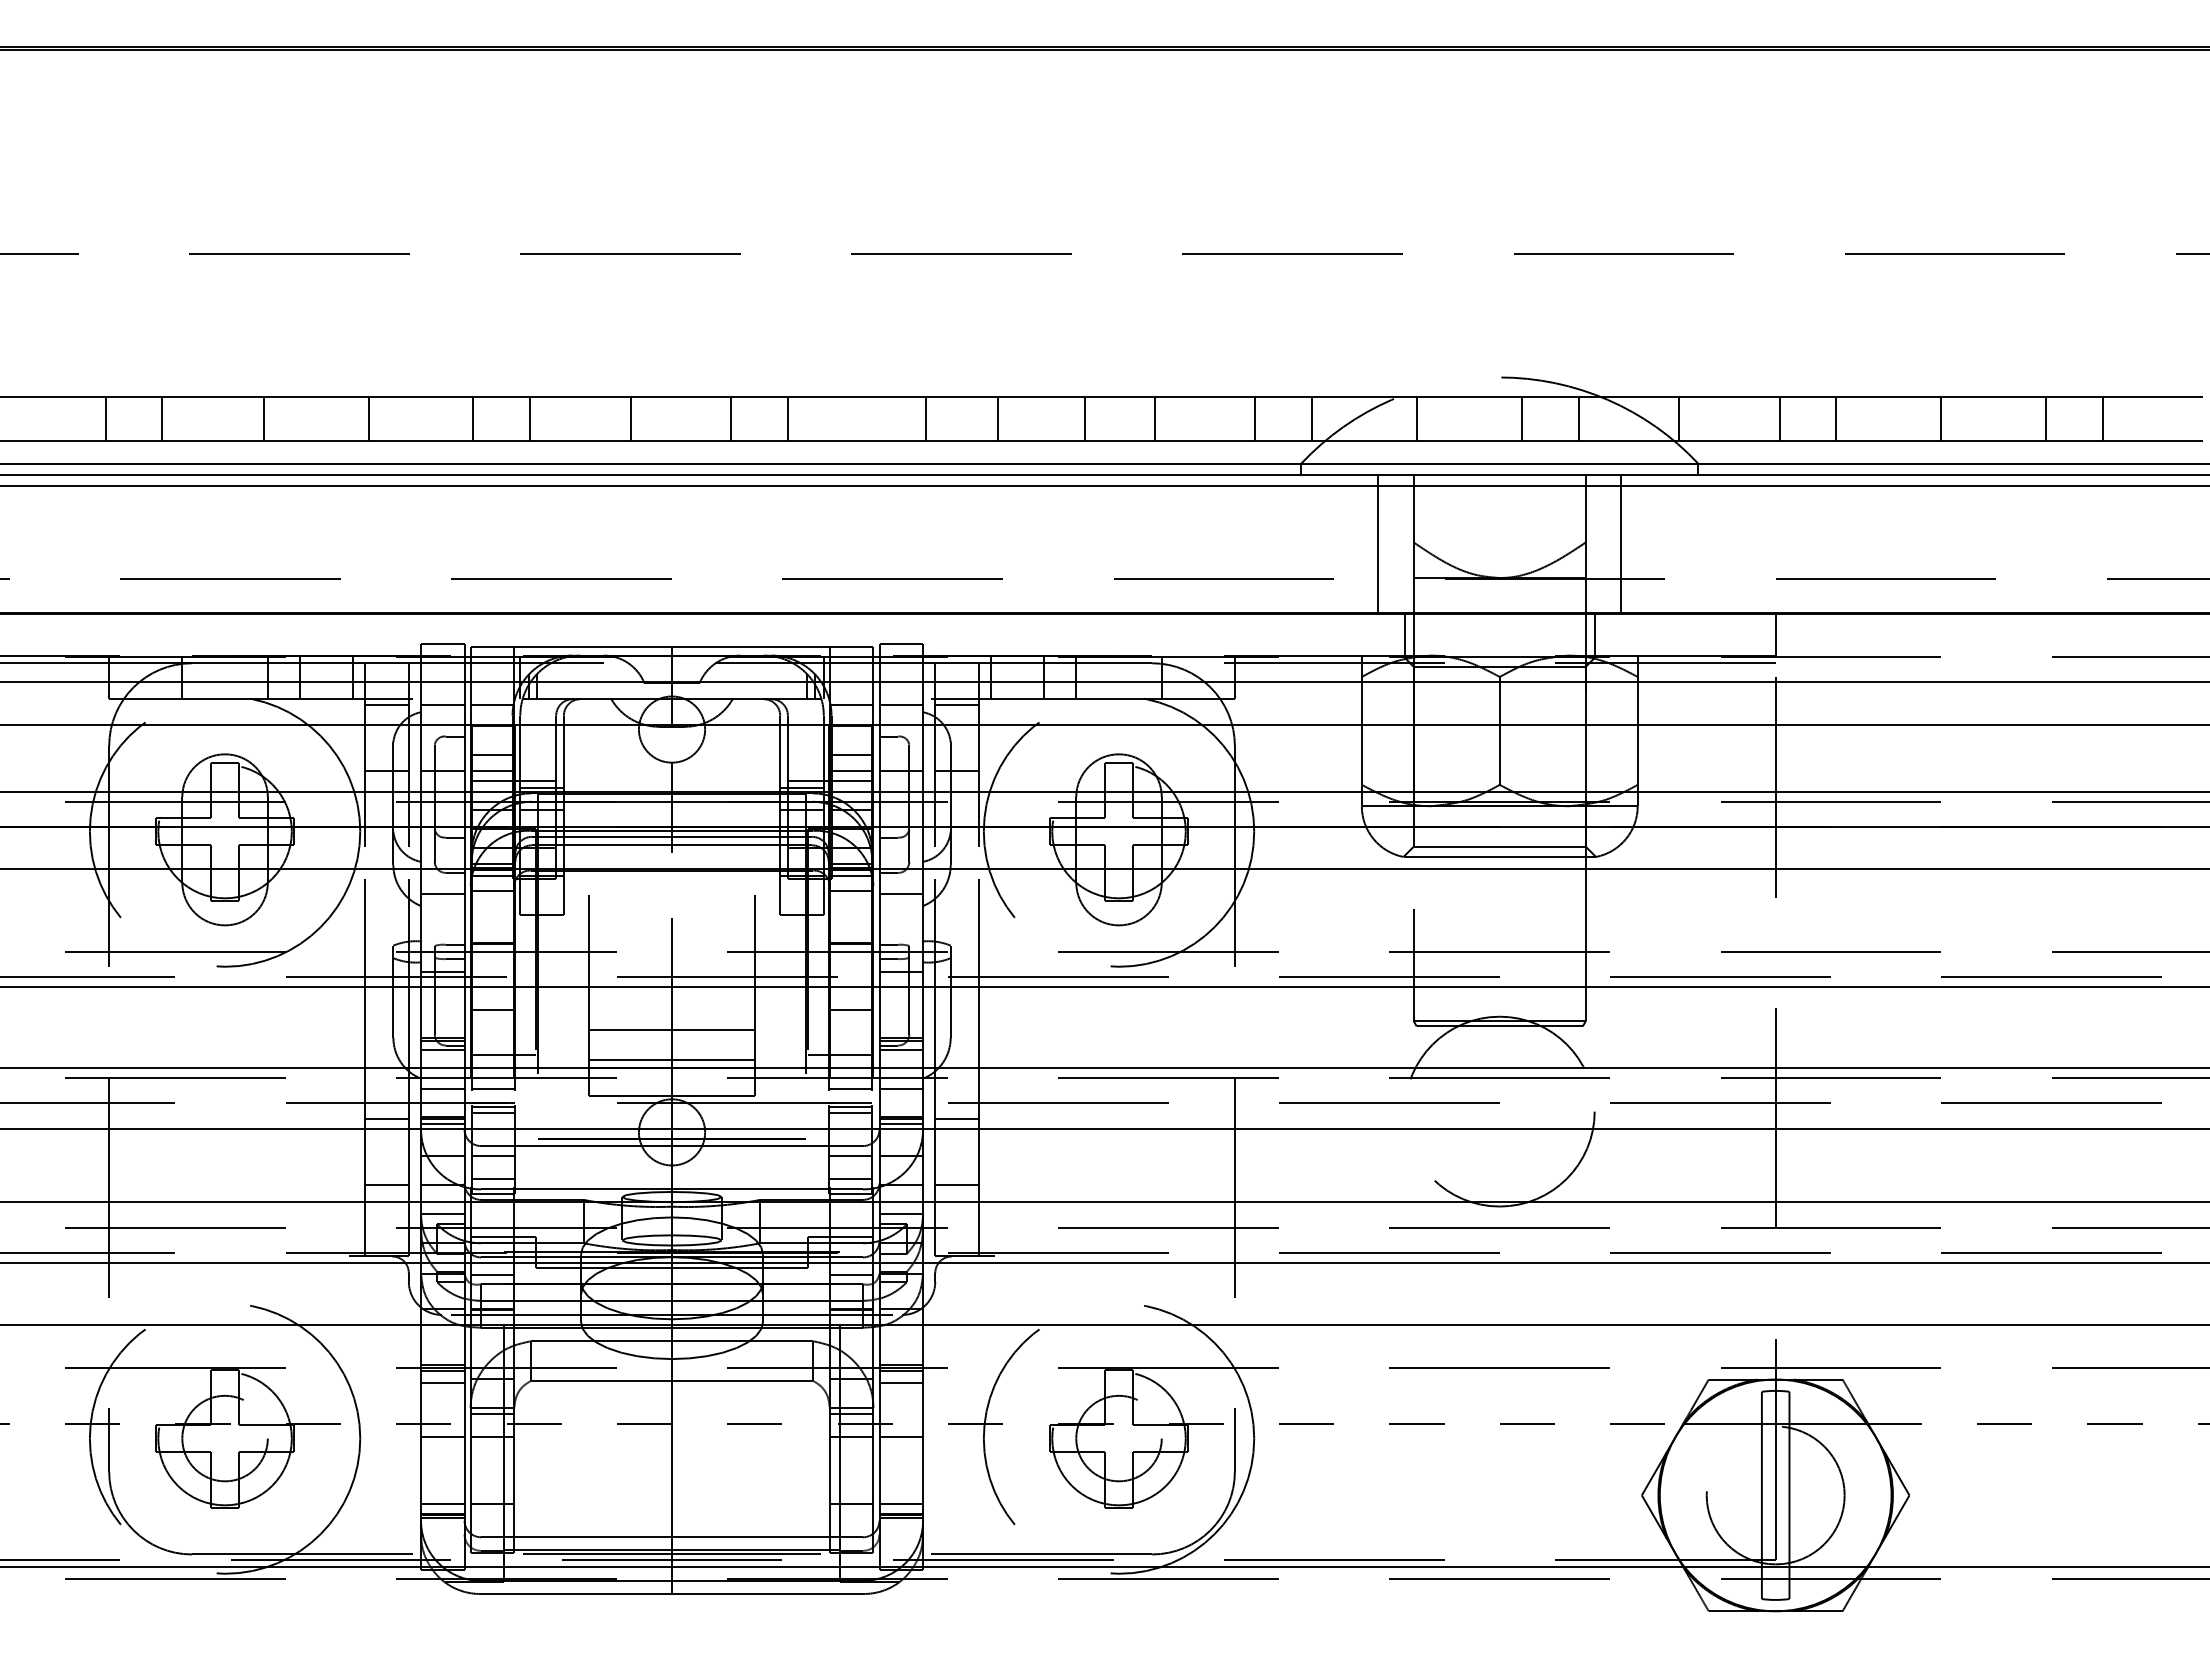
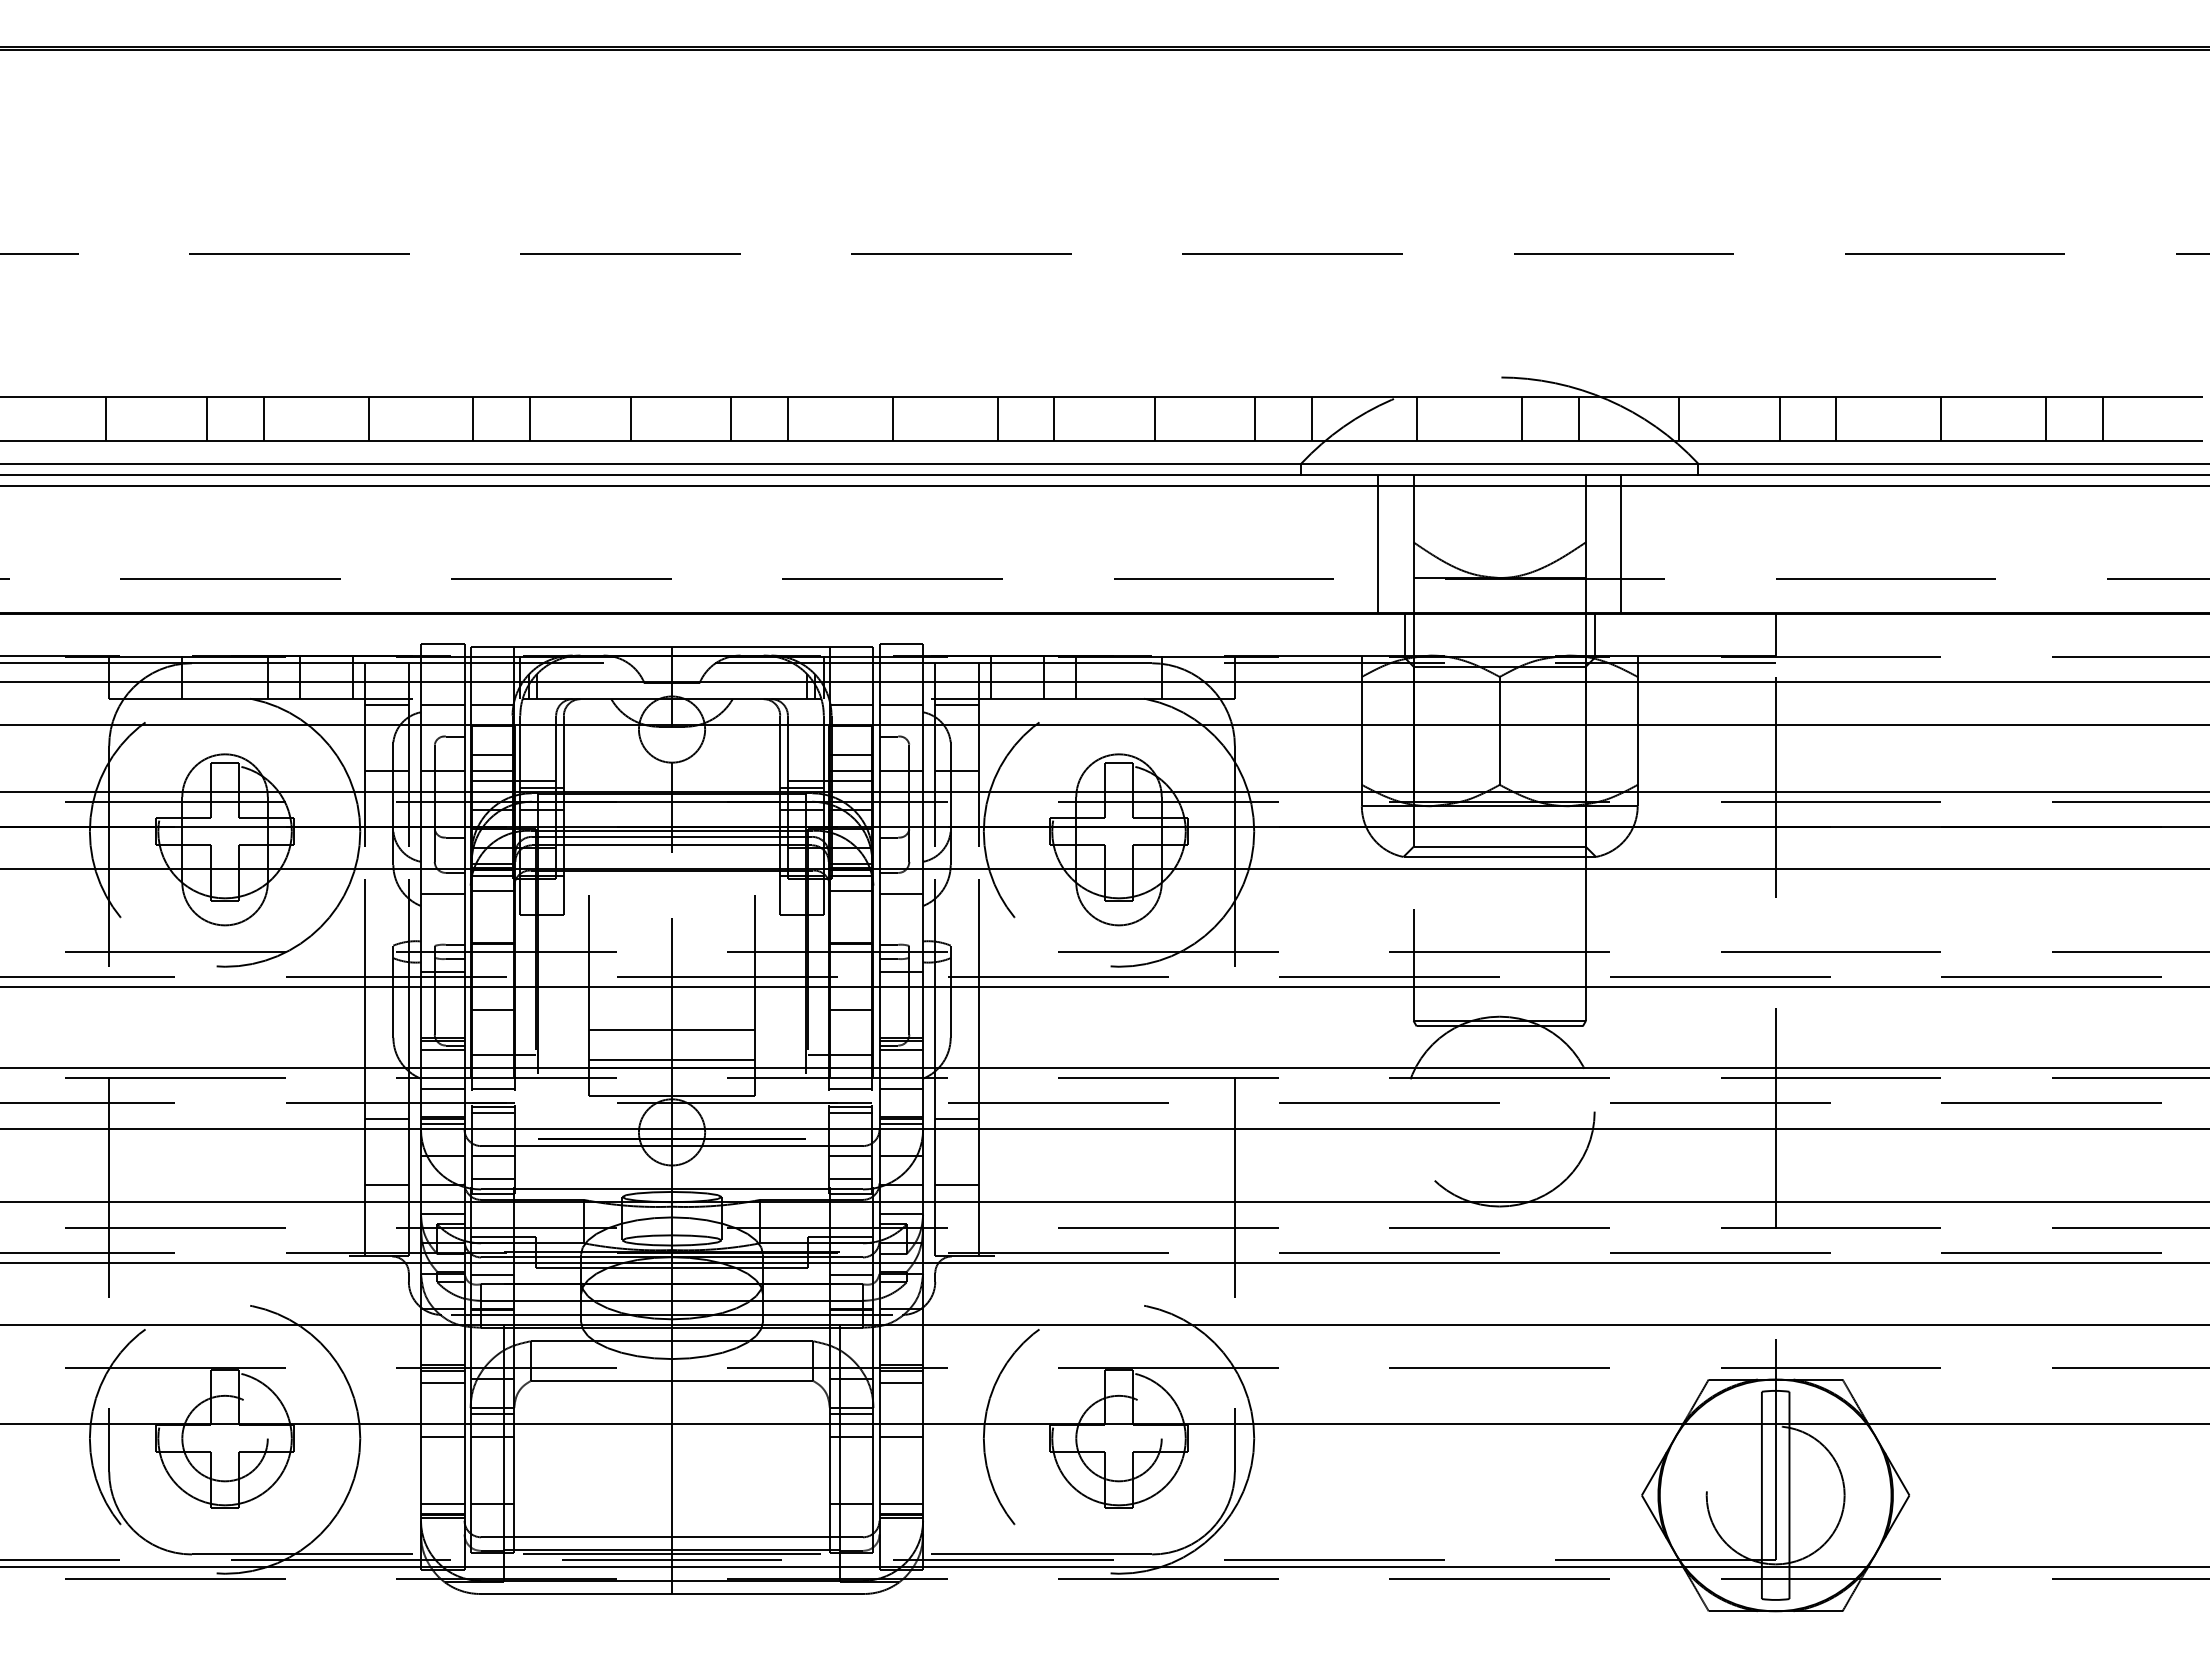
line at (161, 419) position: (161, 419) -> (206, 419)
line at (925, 419) position: (925, 419) -> (892, 419)
line at (1085, 419) position: (1085, 419) -> (1054, 419)
line at (842, 1423): dashed -> solid
line at (2038, 1423): dashed -> solid
